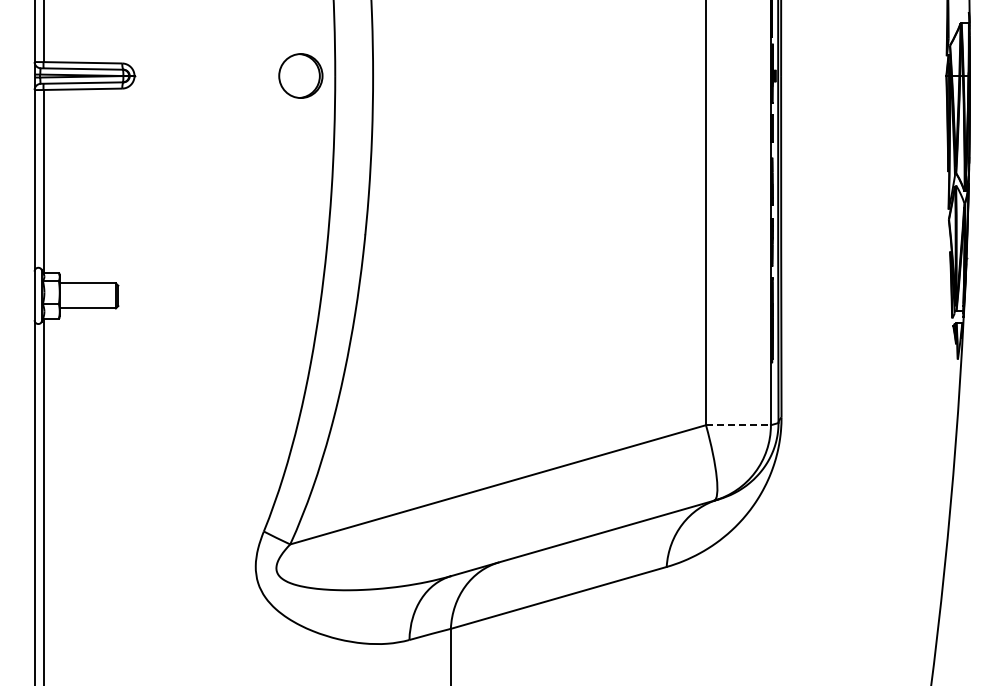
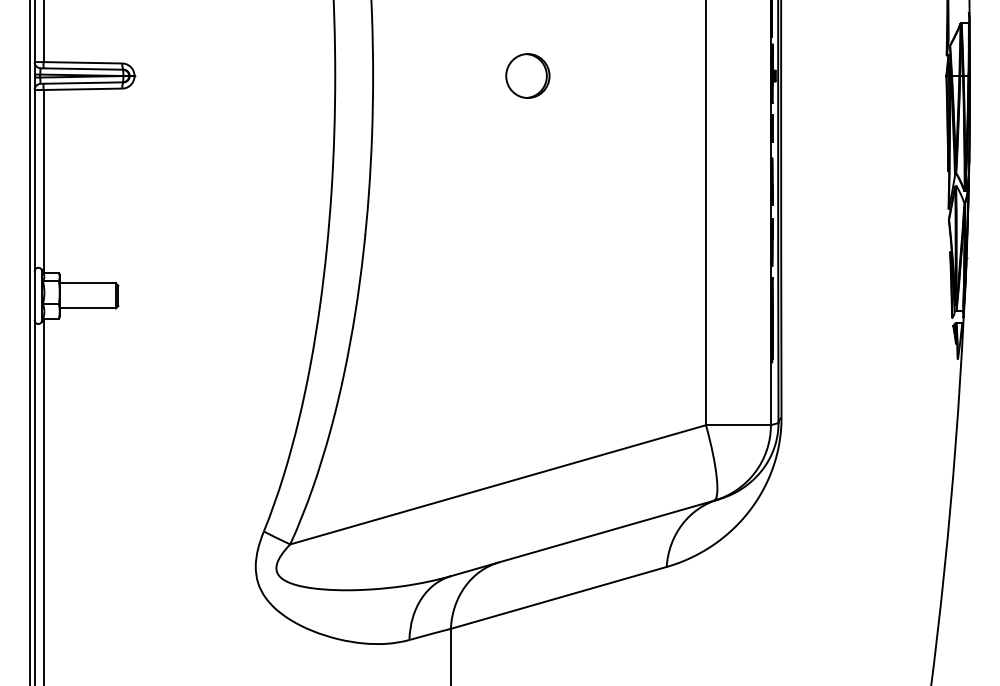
part at (300, 75) position: (300, 75) -> (527, 75)
line at (29, 342): none -> present
line at (738, 425): dashed -> solid
